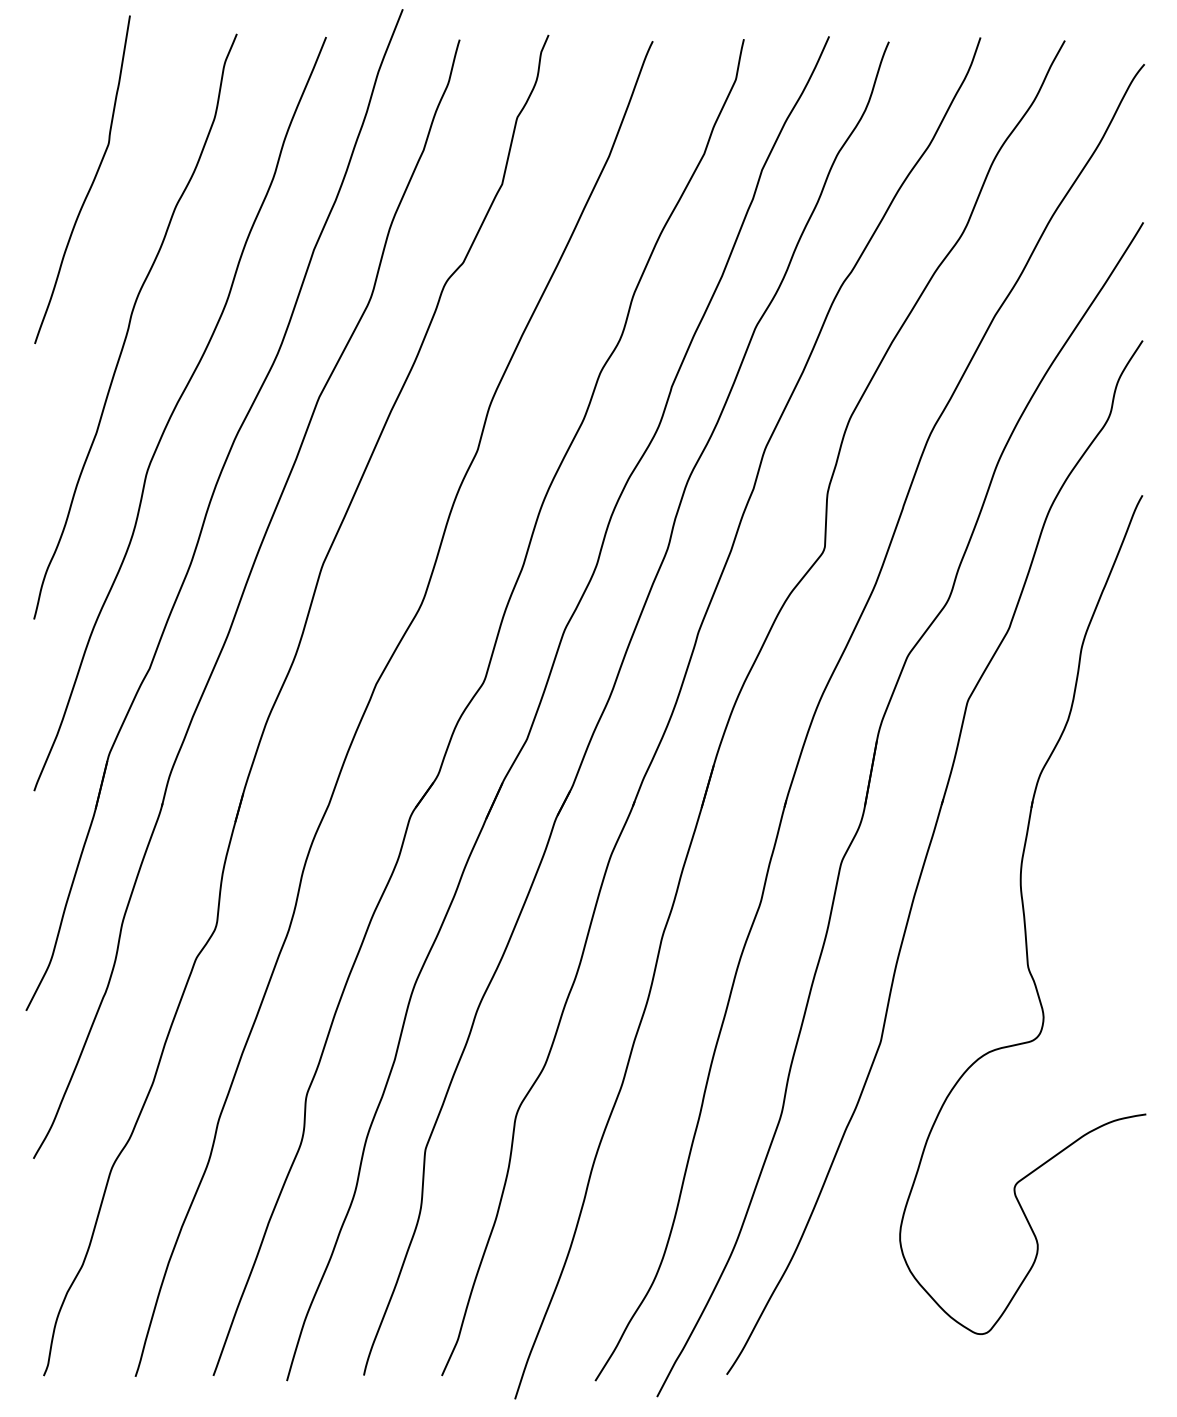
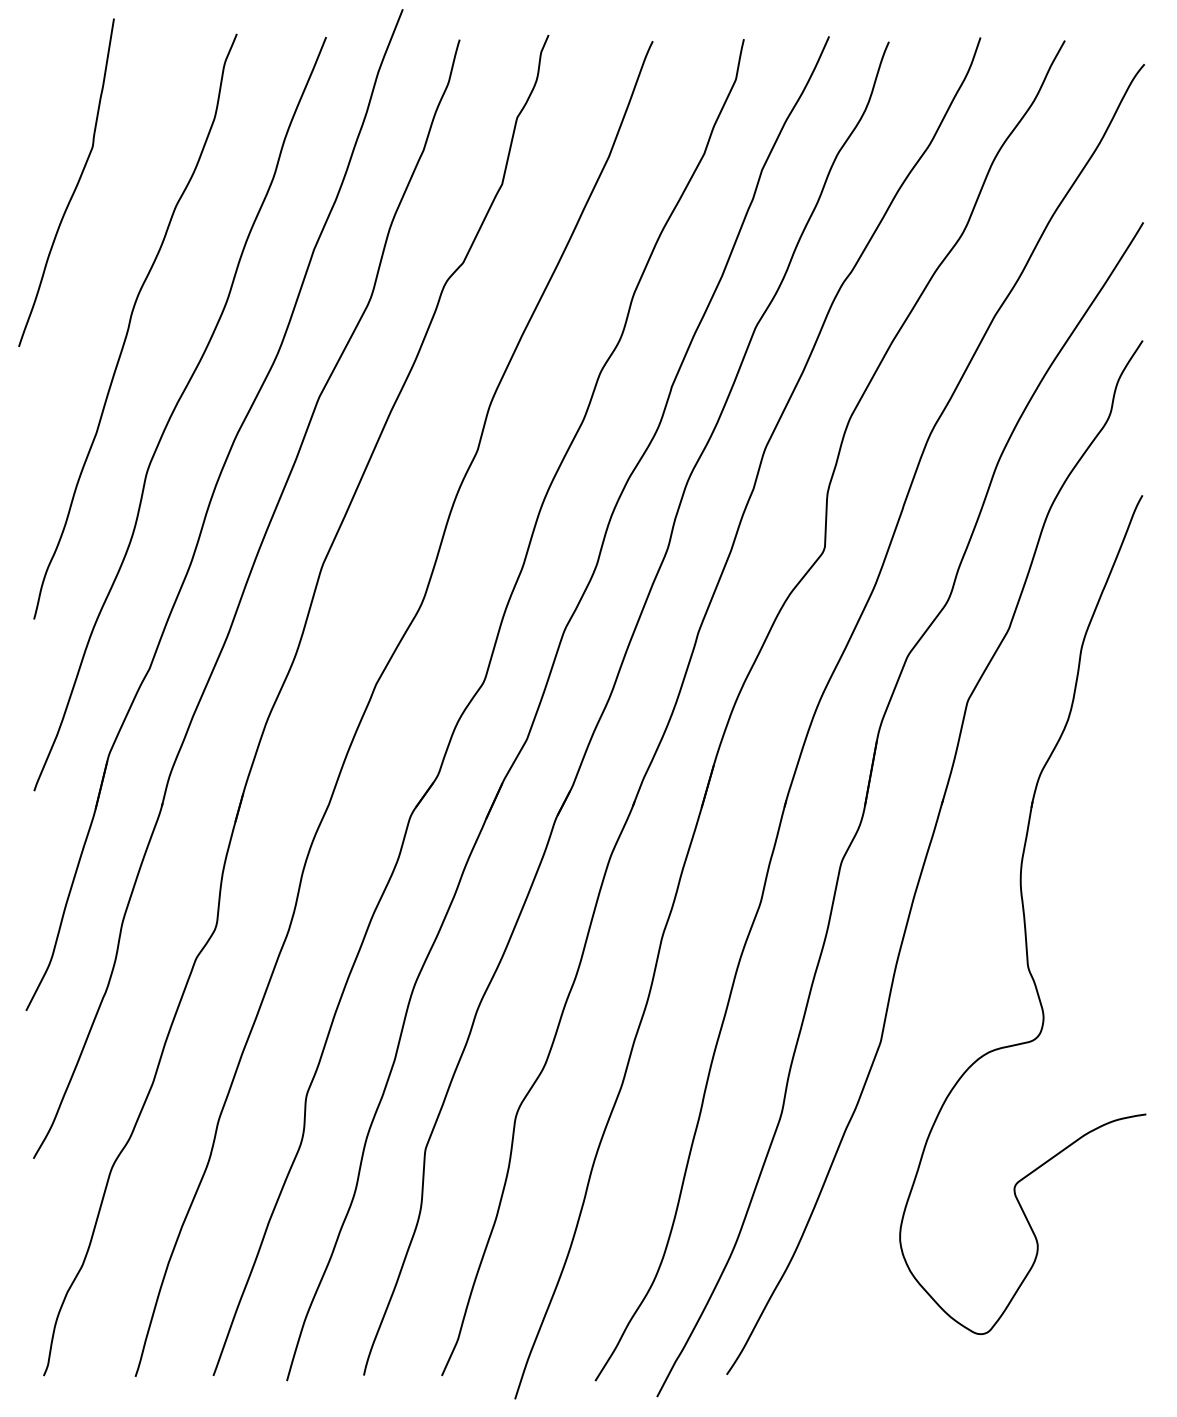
curve at (91, 183) position: (91, 183) -> (75, 186)
